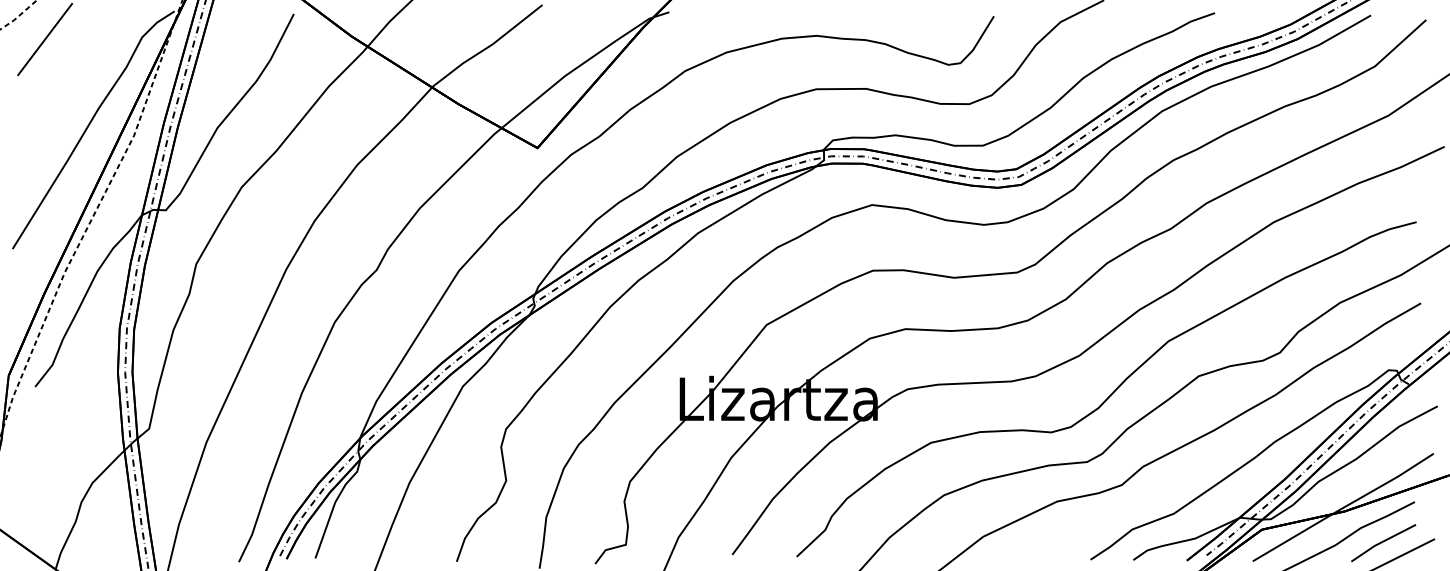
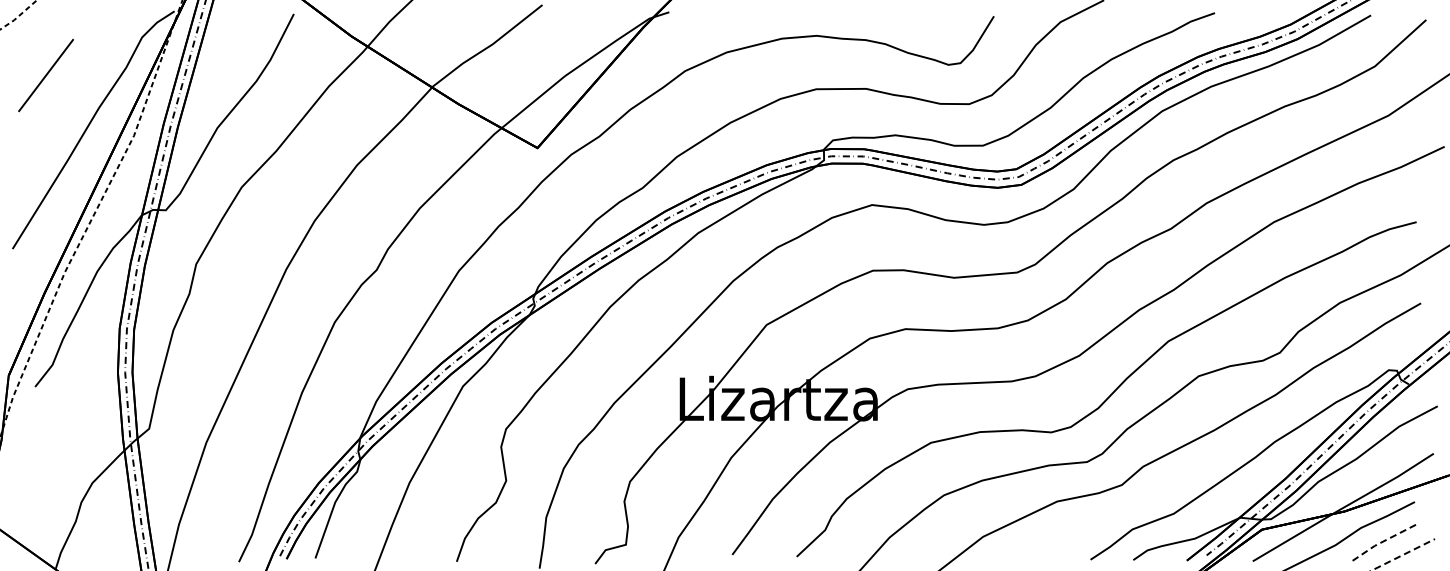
line at (45, 39) position: (45, 39) -> (46, 75)
line at (1381, 542): solid -> dashed
line at (1402, 555): solid -> dashed
